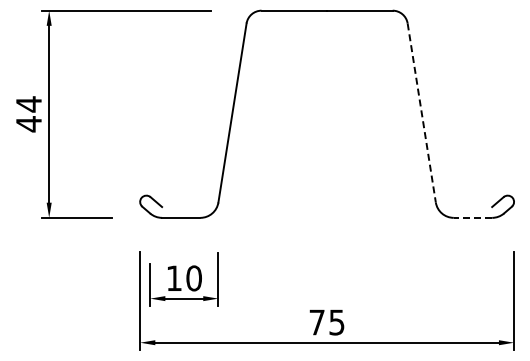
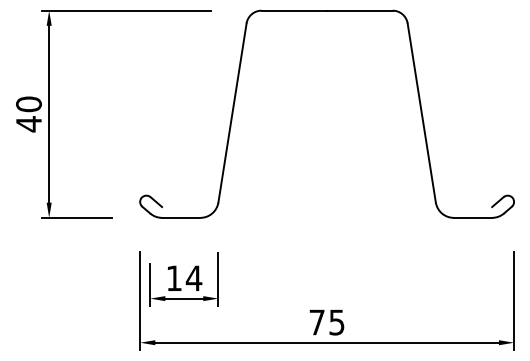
text at (28, 104): 44 -> 40
line at (421, 113): dashed -> solid
line at (472, 217): dashed -> solid
text at (193, 278): 10 -> 14
